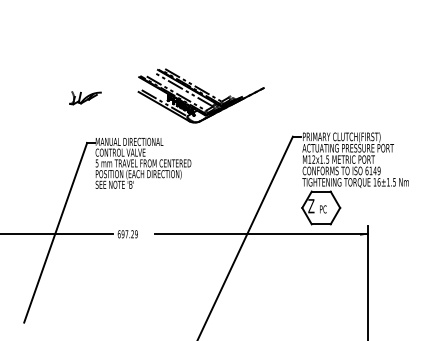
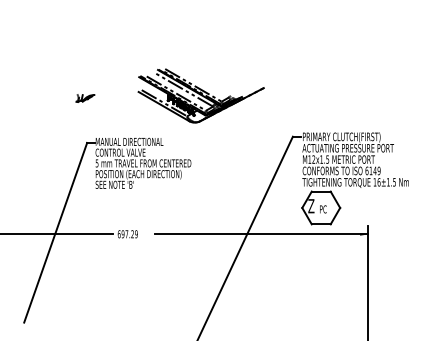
part at (85, 98) size: 33x15 px -> 21x9 px
